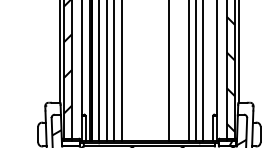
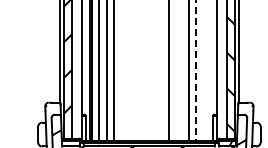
line at (196, 70): solid -> dashed
line at (122, 71): present -> none
line at (203, 71): present -> none
